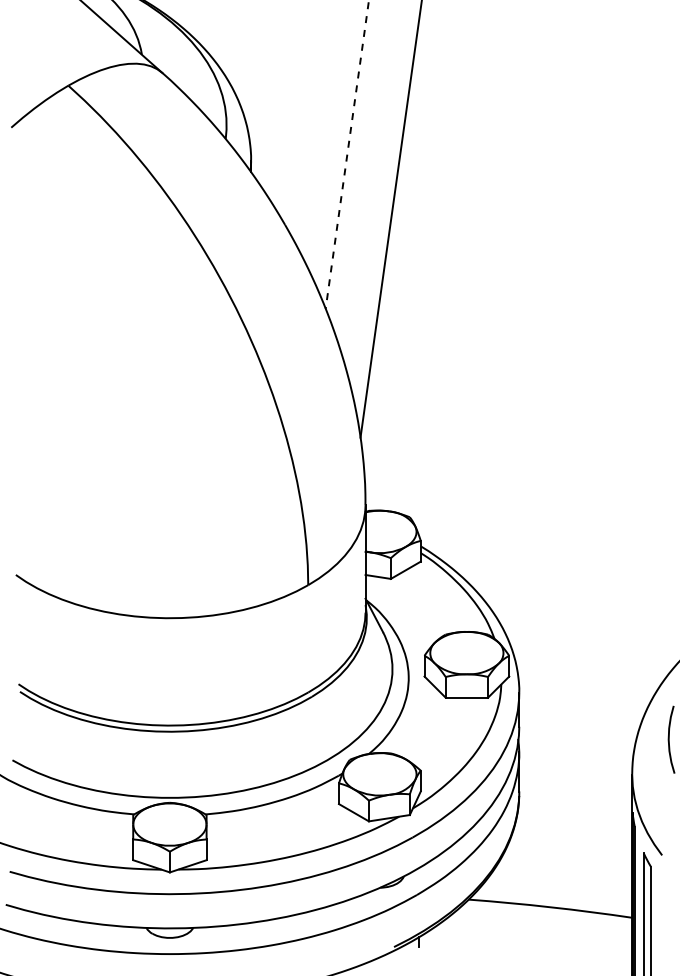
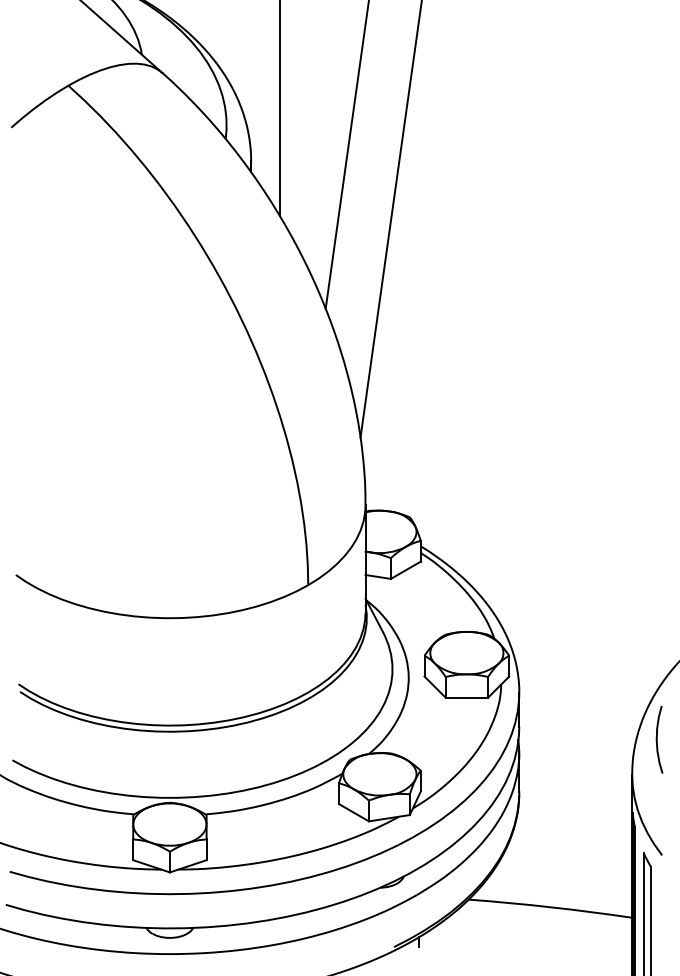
line at (279, 108): none -> present
line at (347, 154): dashed -> solid
curve at (669, 739) position: (669, 739) -> (657, 739)
